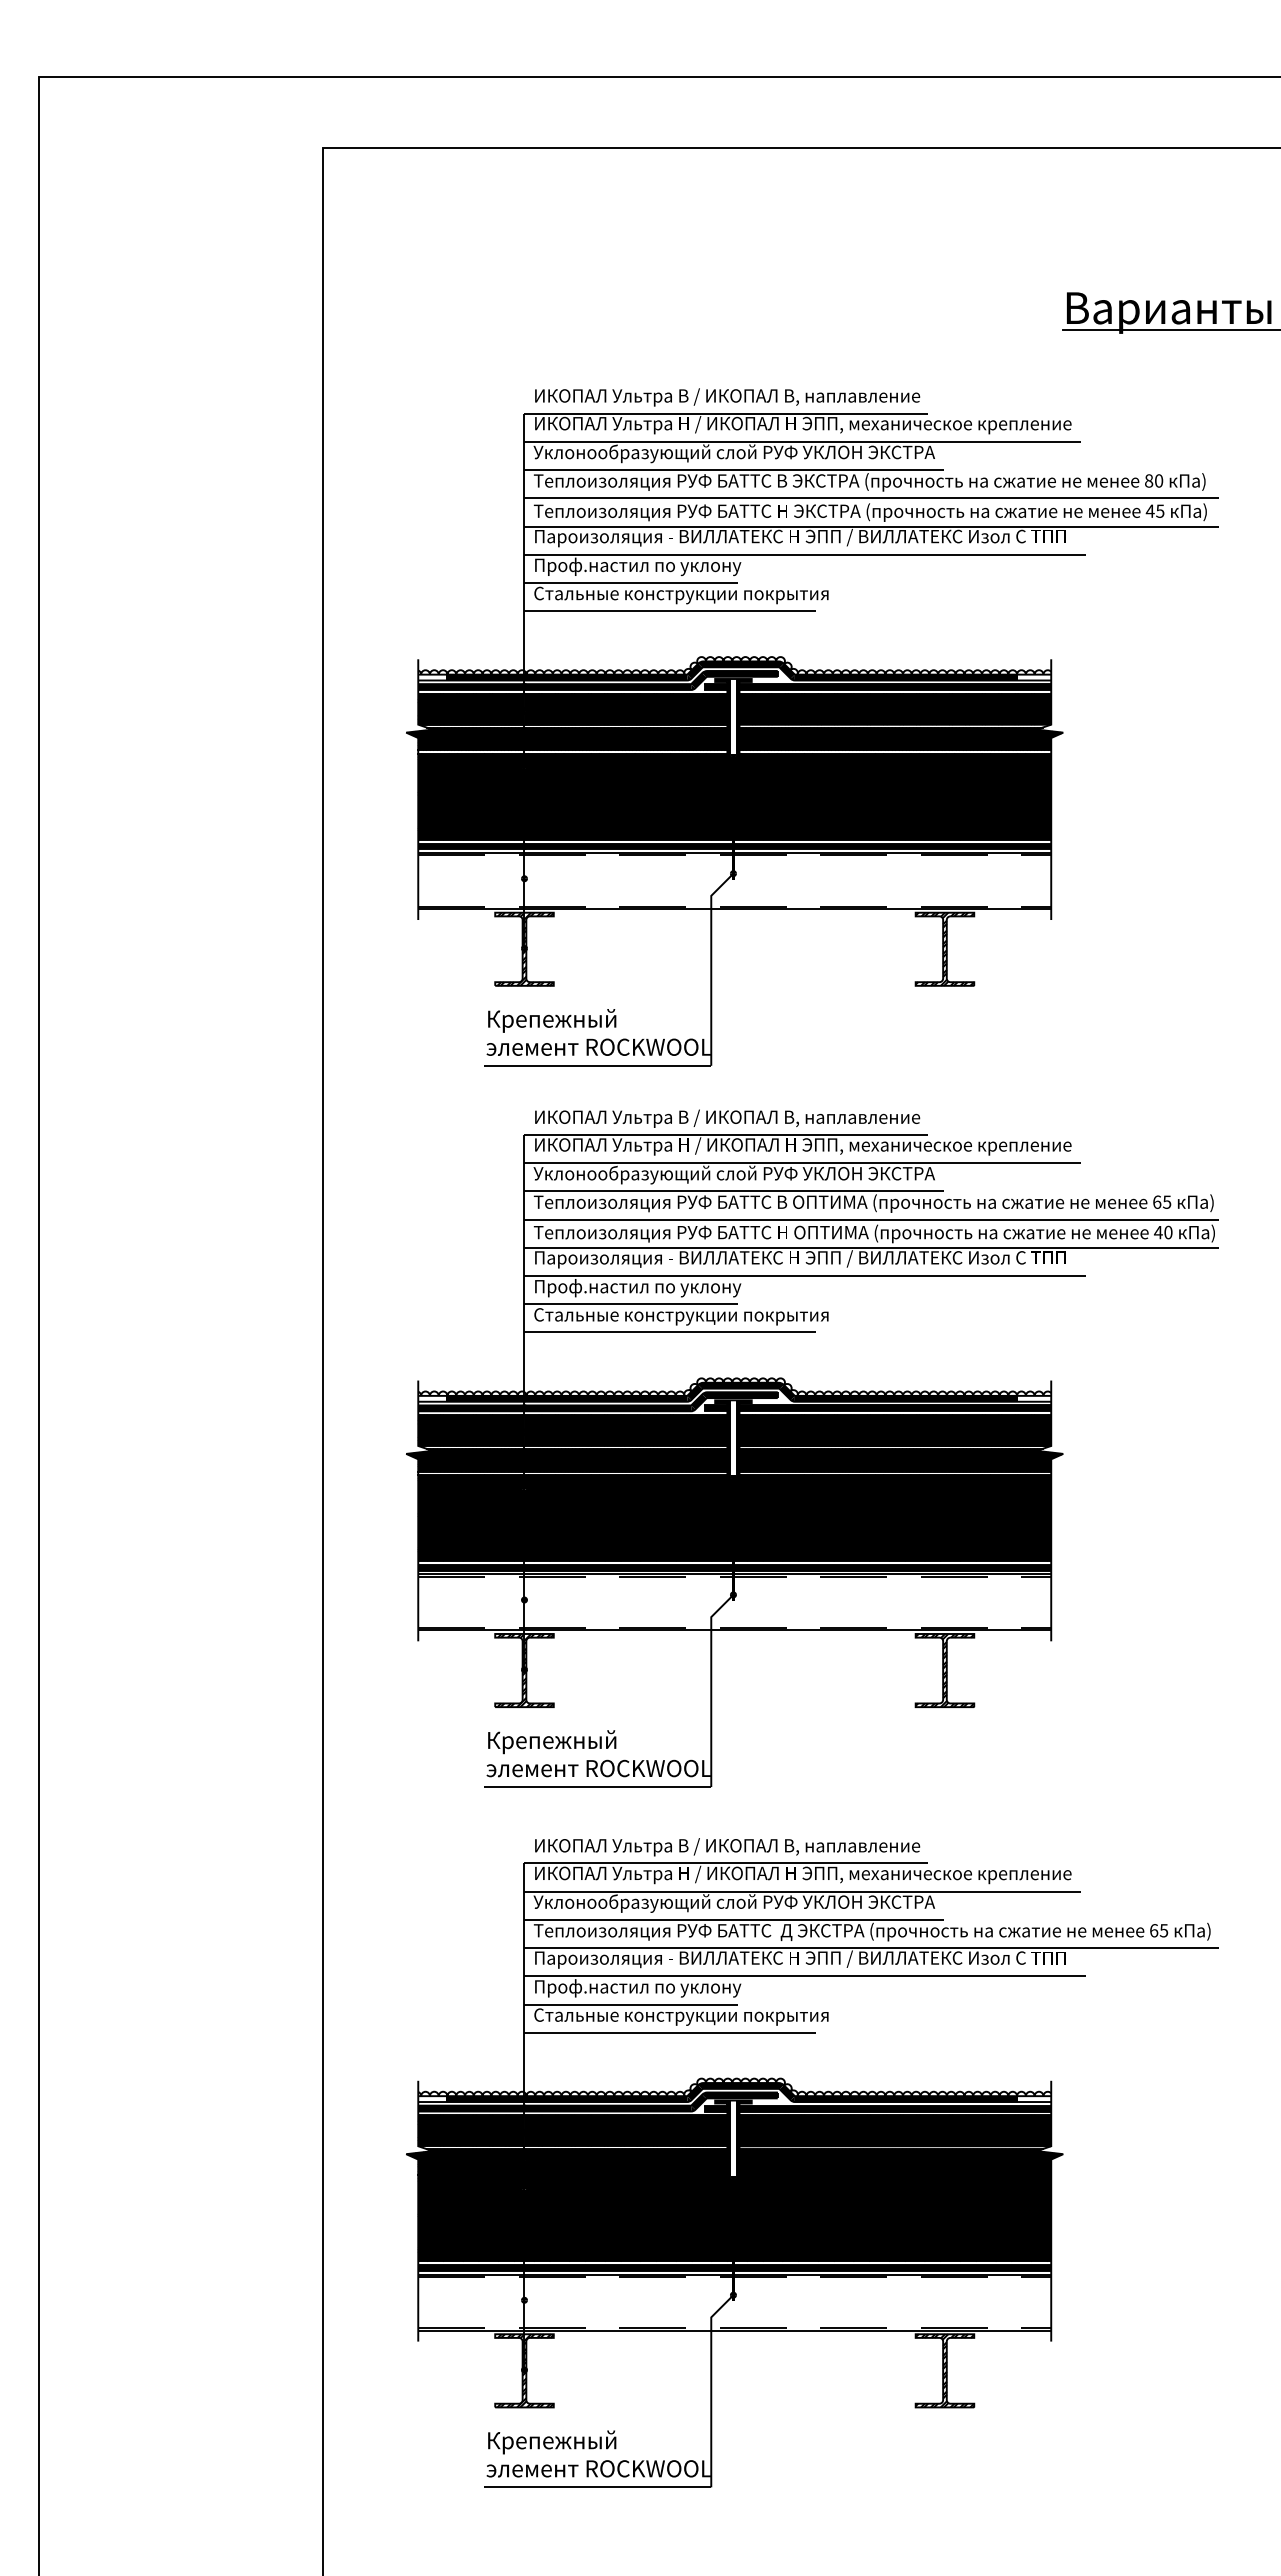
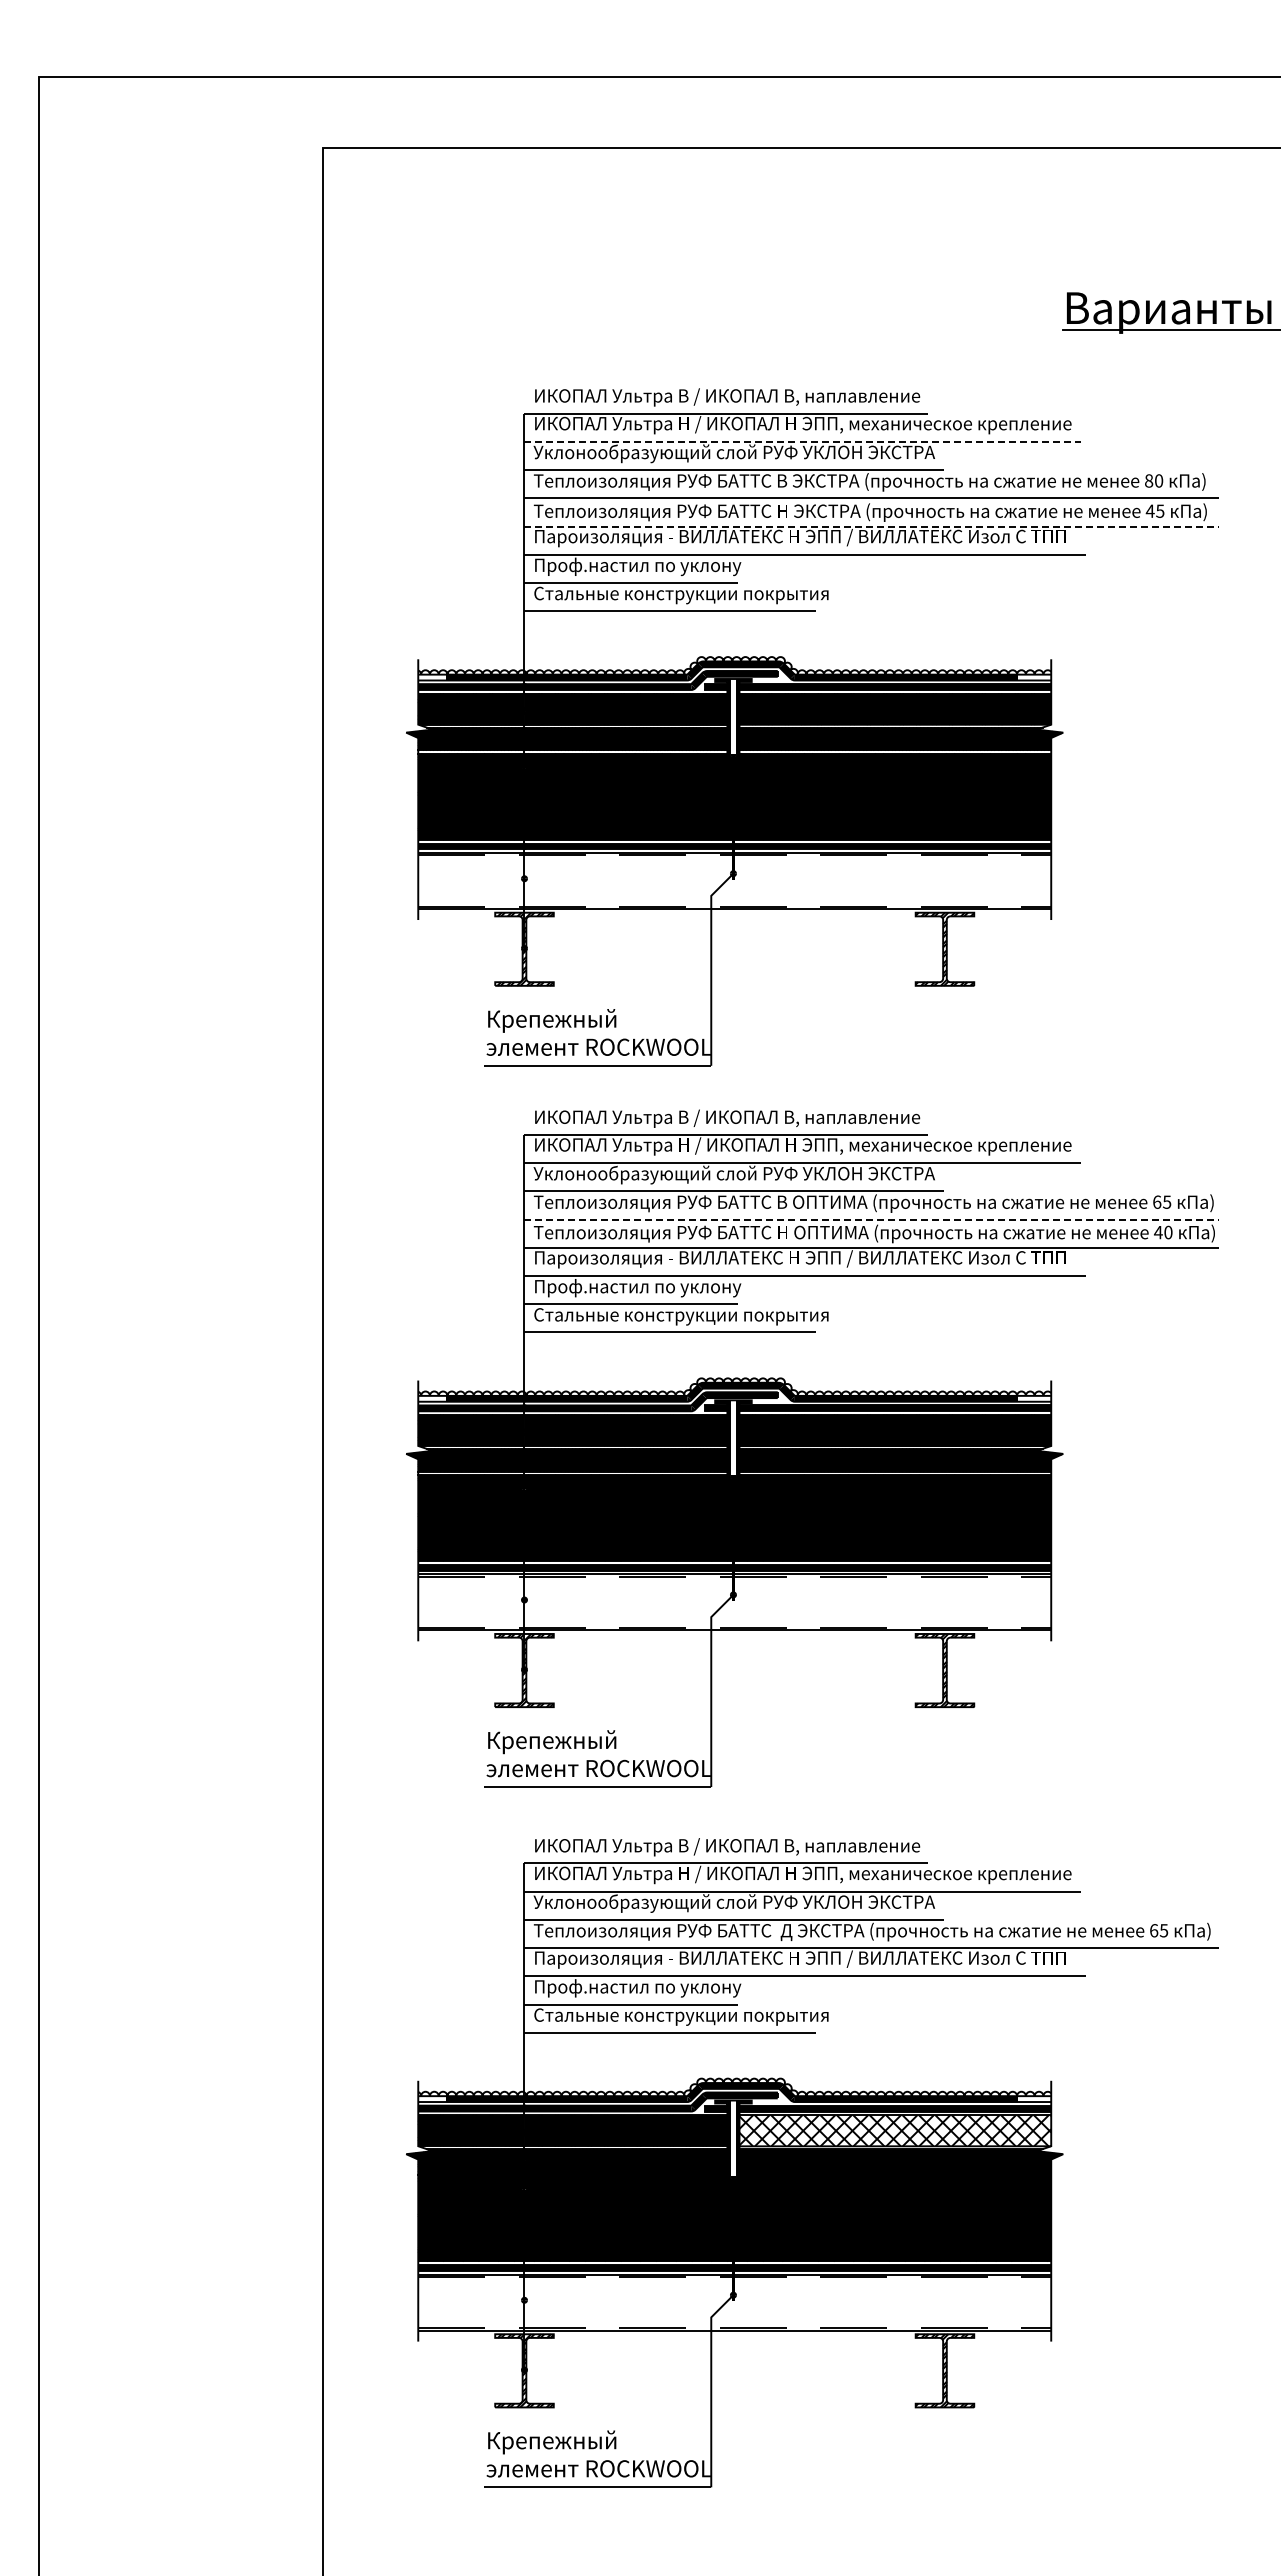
line at (802, 441): solid -> dashed
line at (872, 526): solid -> dashed
line at (872, 1219): solid -> dashed
fill at (895, 2130): present -> none
